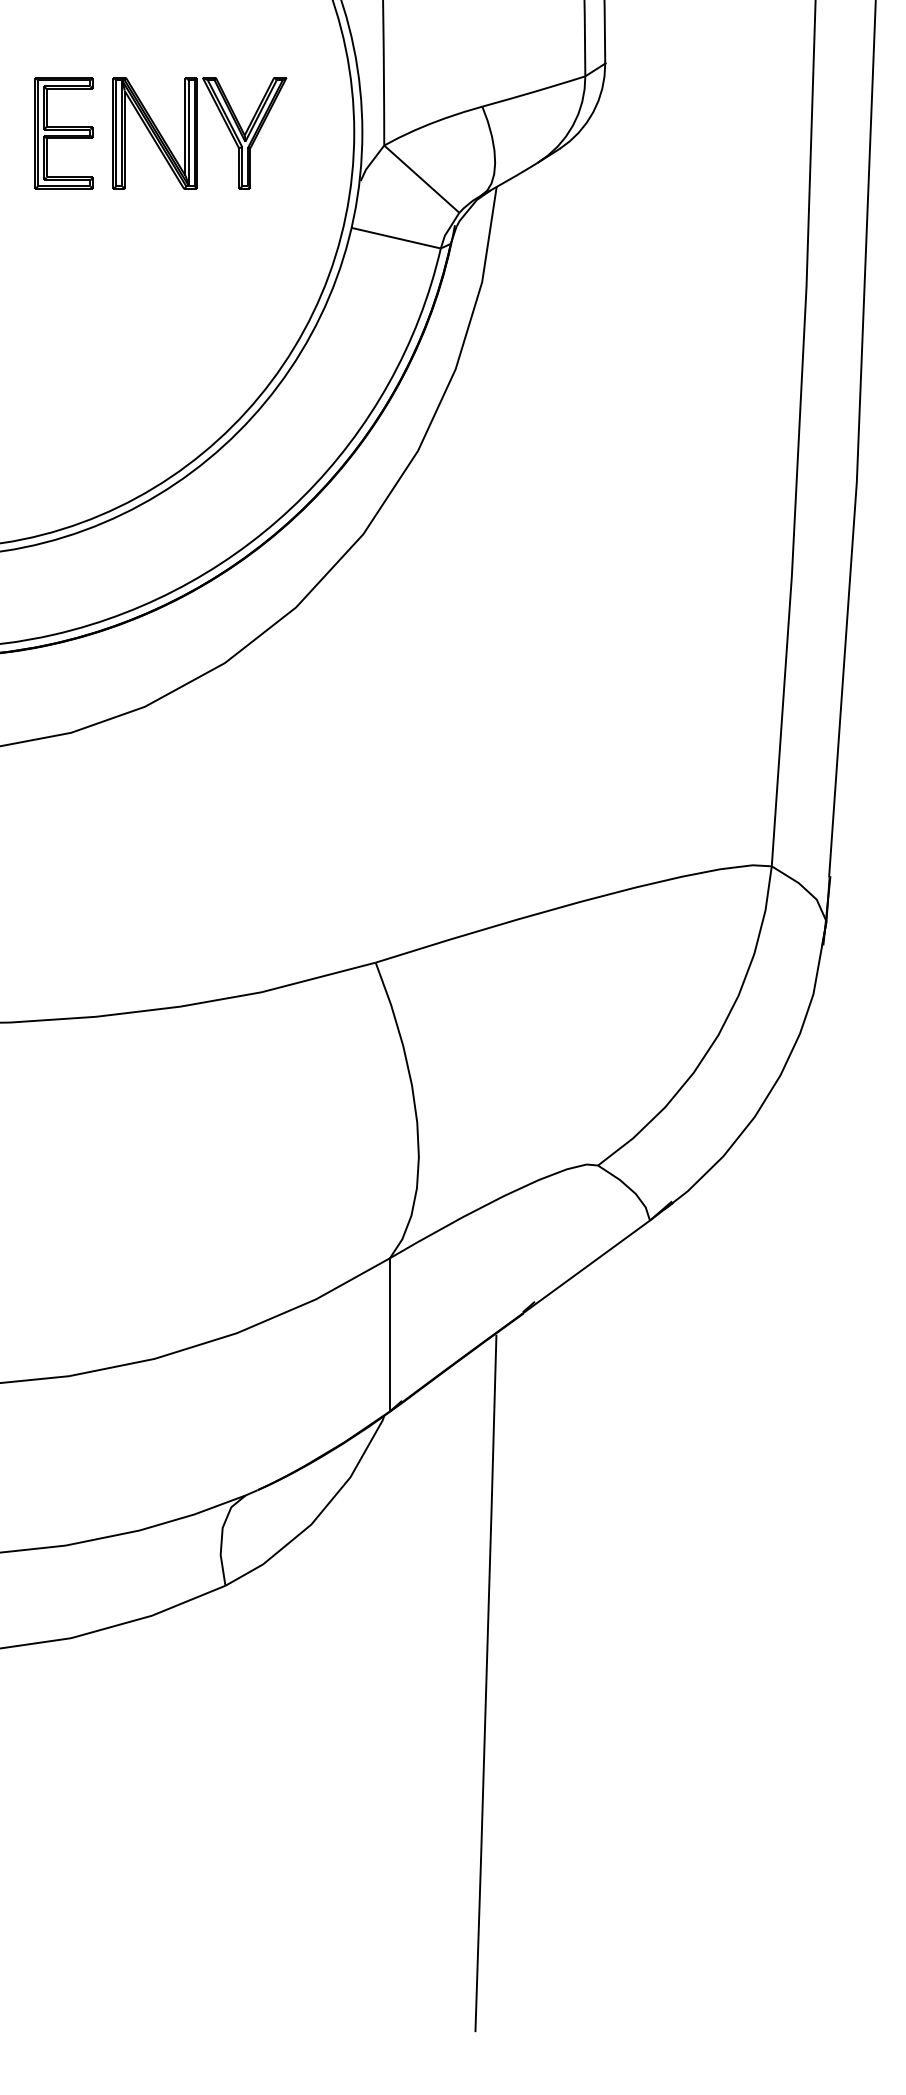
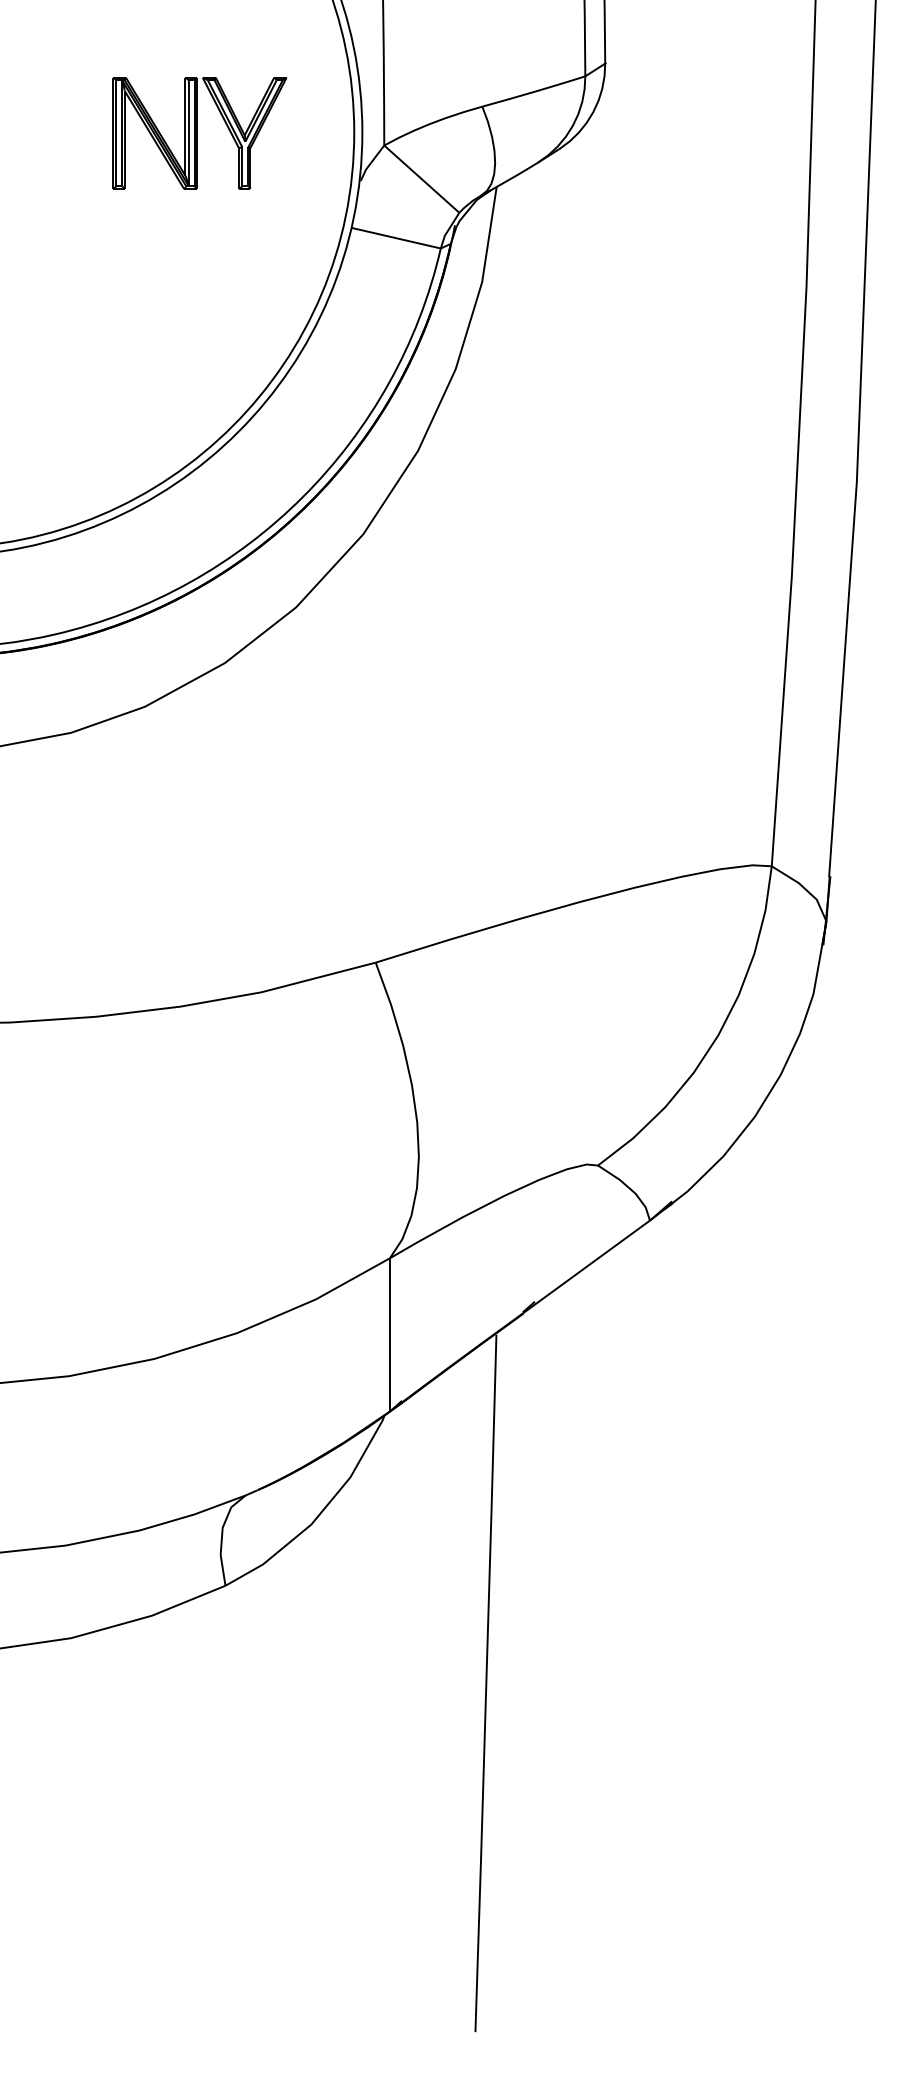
part at (63, 133): present -> none
